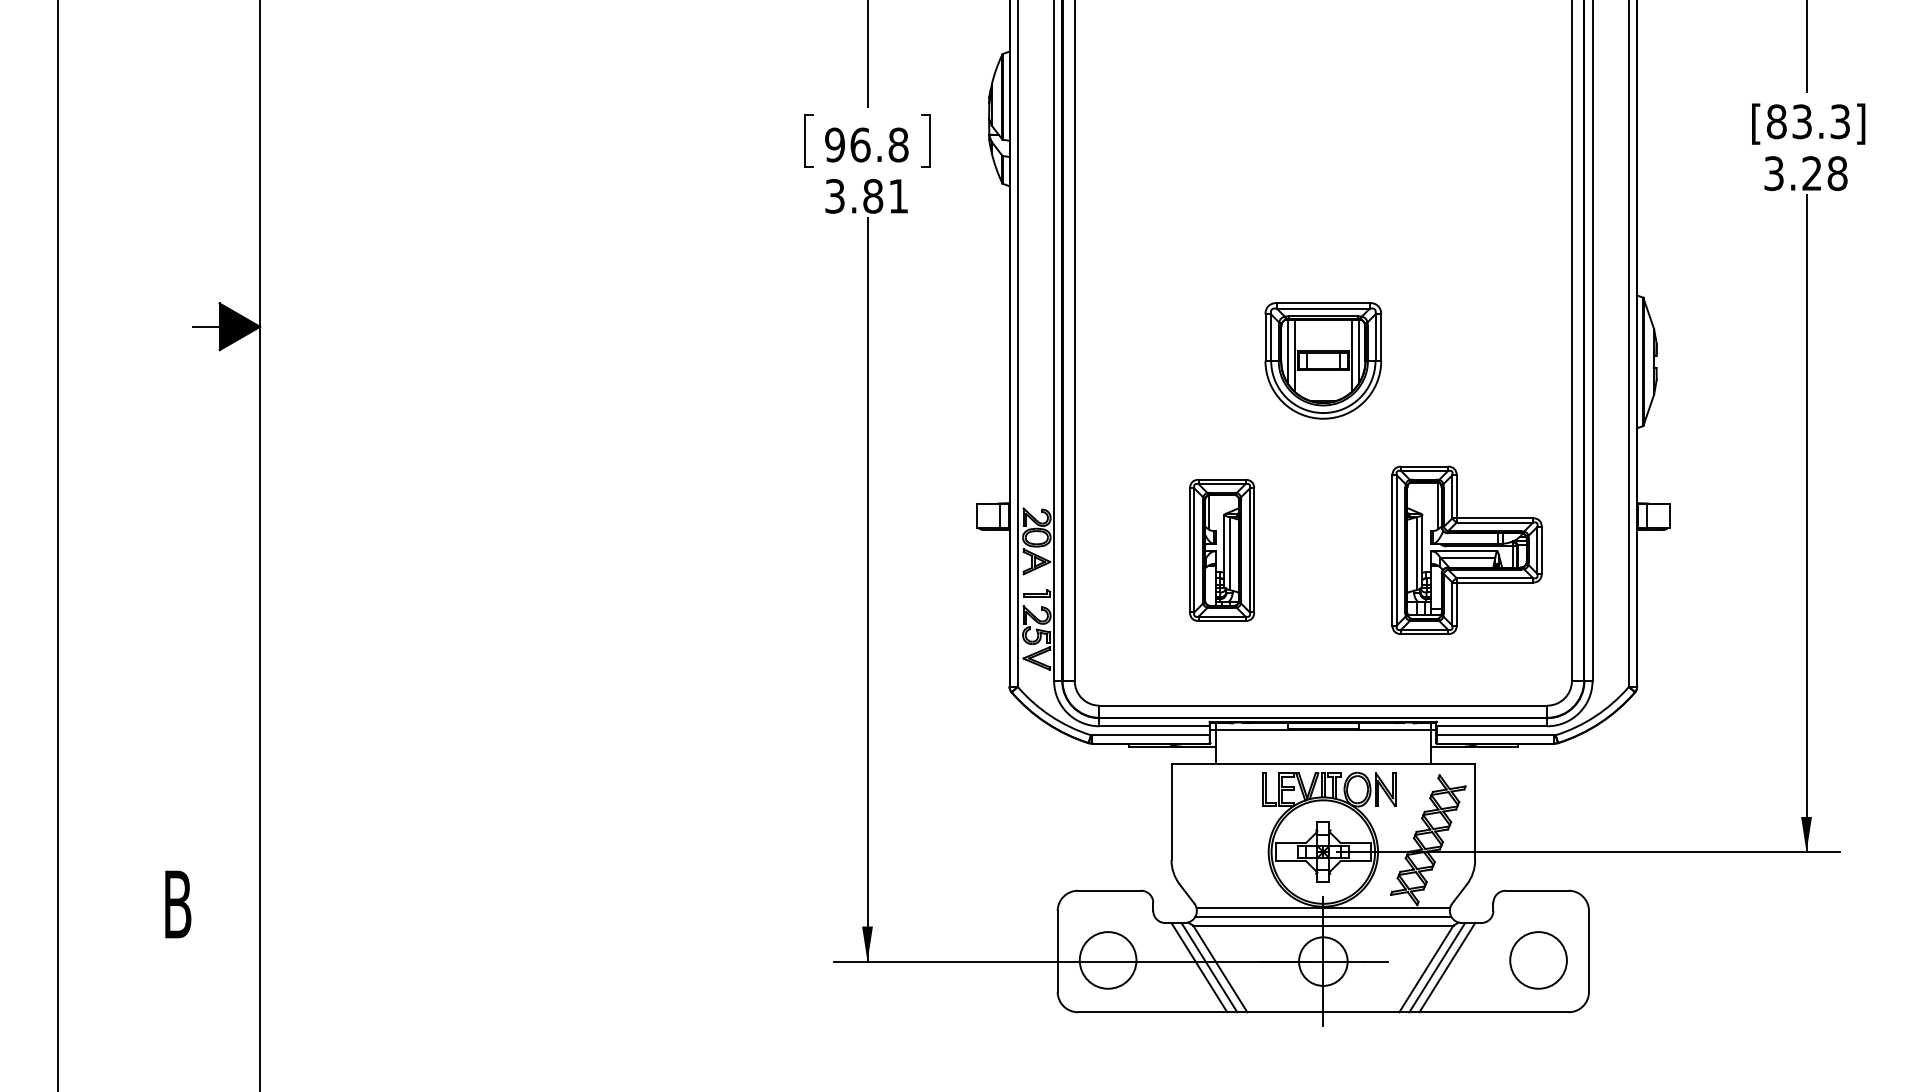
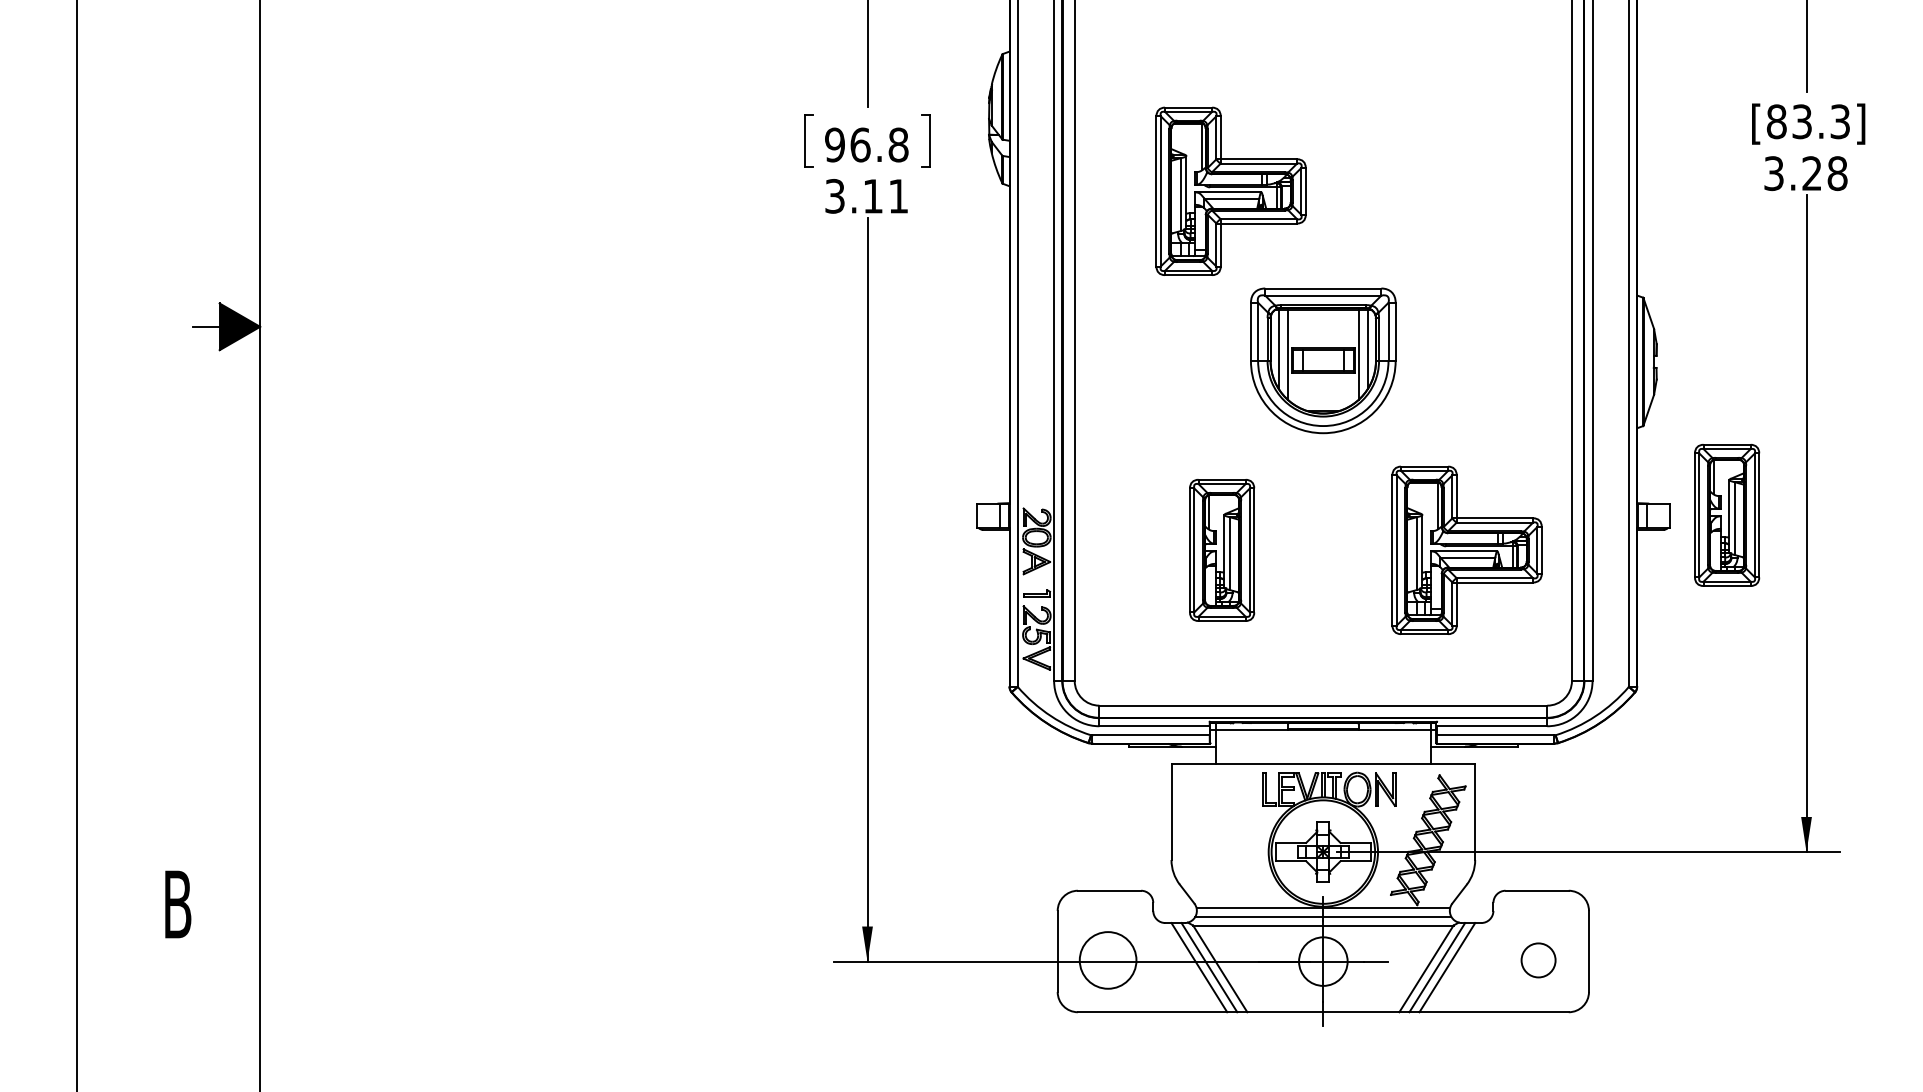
part at (1230, 190): none -> present
text at (873, 196): 3.81 -> 3.11
part at (1323, 360) size: 119x118 px -> 147x148 px
part at (1727, 515): none -> present
line at (57, 545) position: (57, 545) -> (76, 545)
circle at (1538, 960) diameter: 57 px -> 34 px
